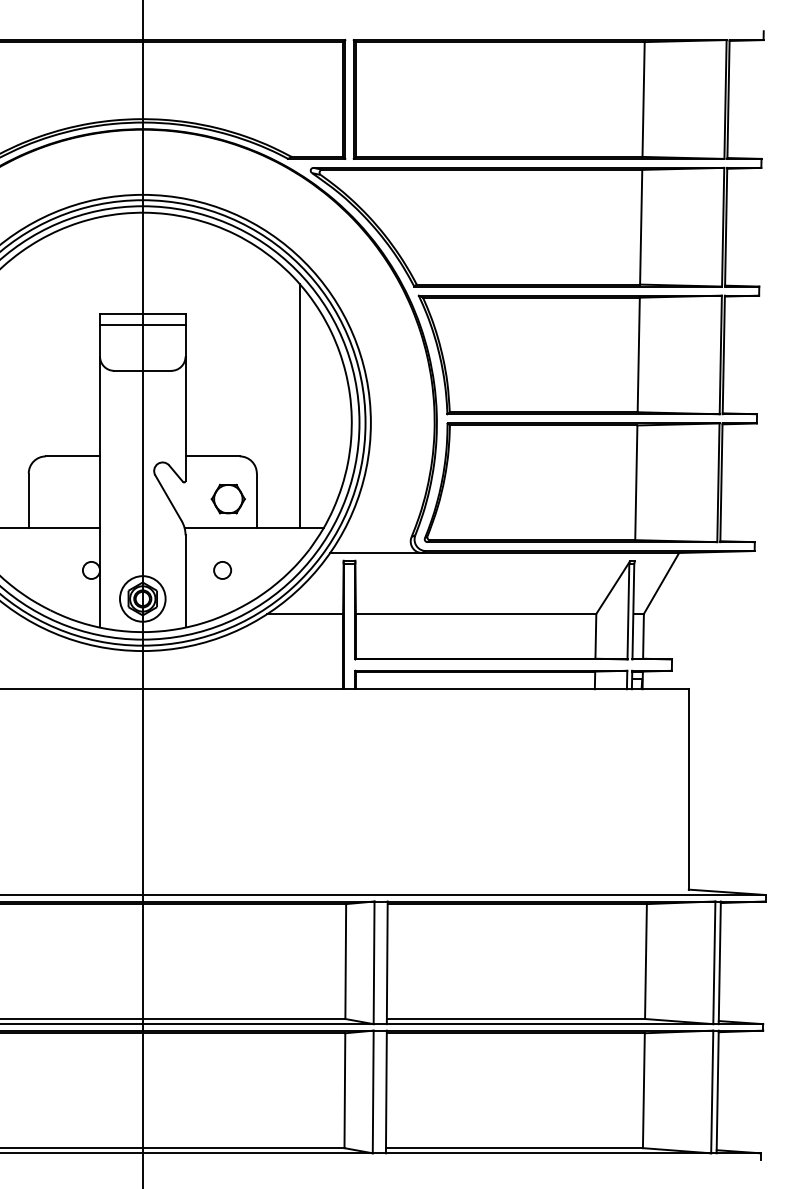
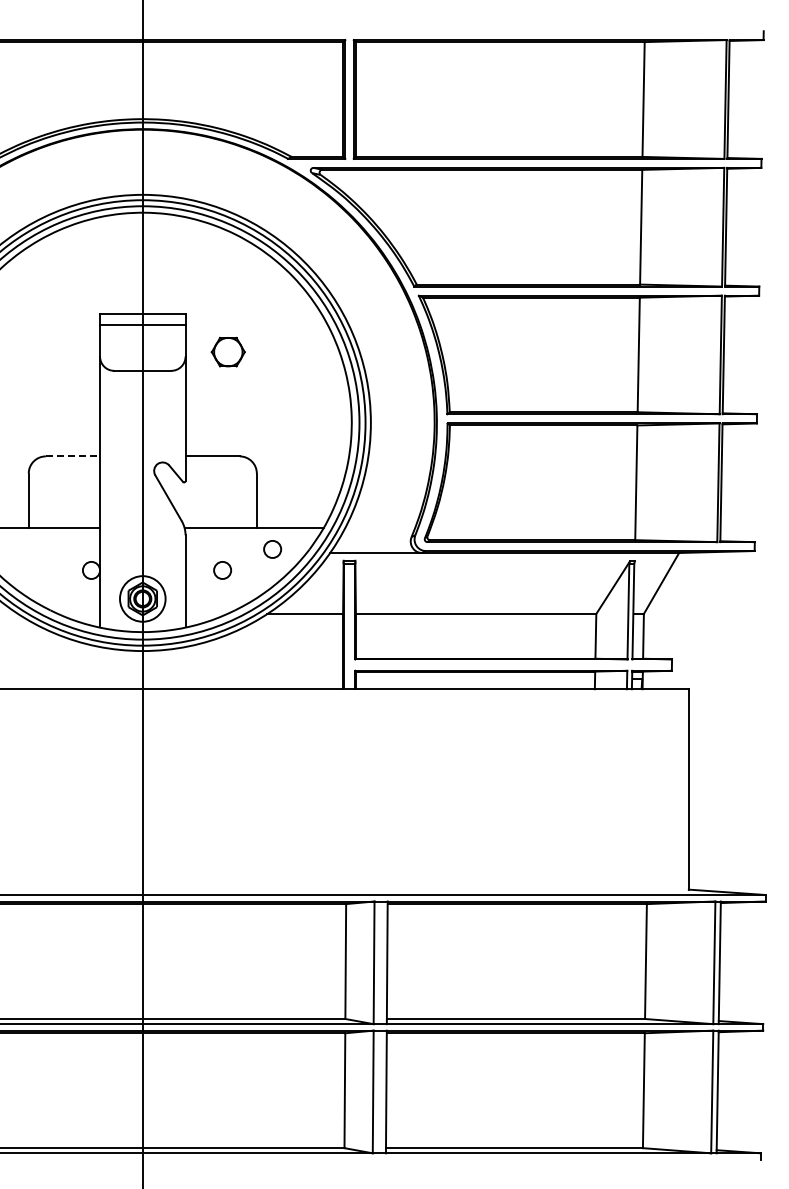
line at (299, 405): present -> none
line at (73, 456): solid -> dashed
part at (227, 498) position: (227, 498) -> (227, 351)
circle at (272, 549): none -> present
